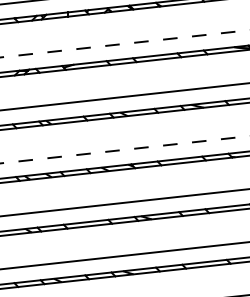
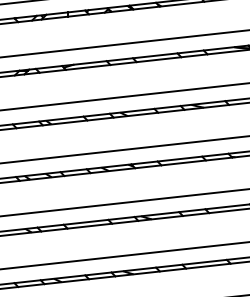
line at (125, 43): dashed -> solid
line at (125, 149): dashed -> solid
